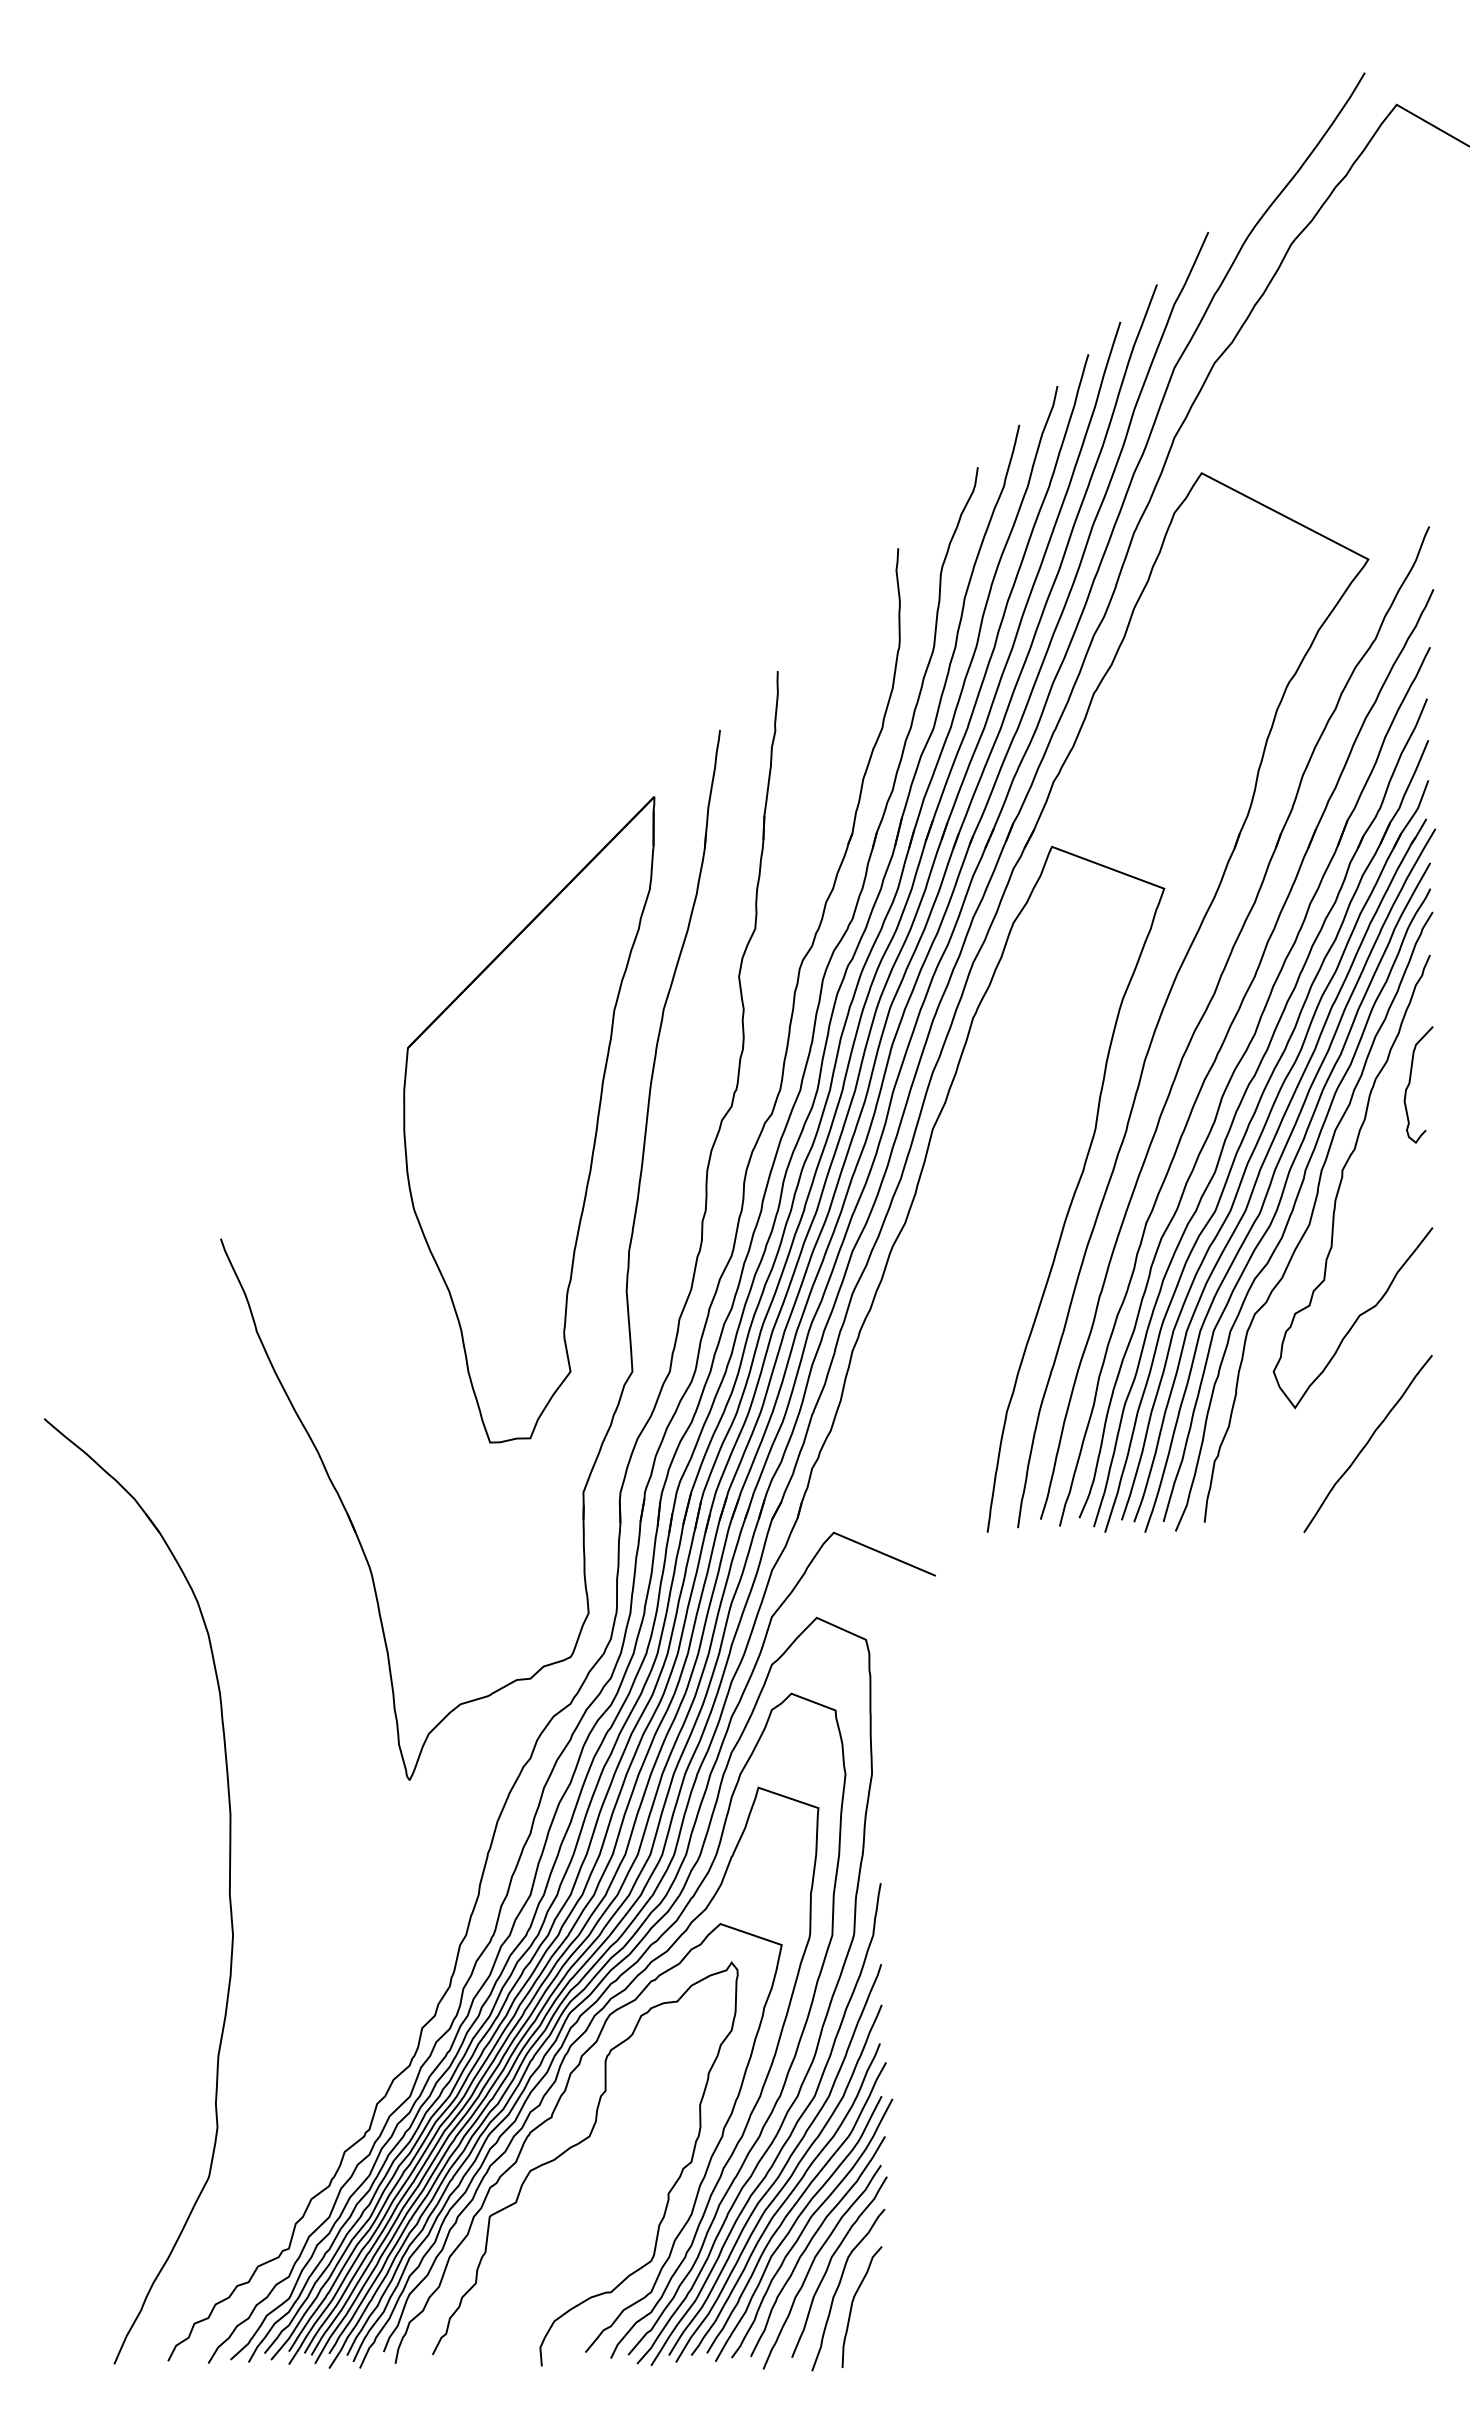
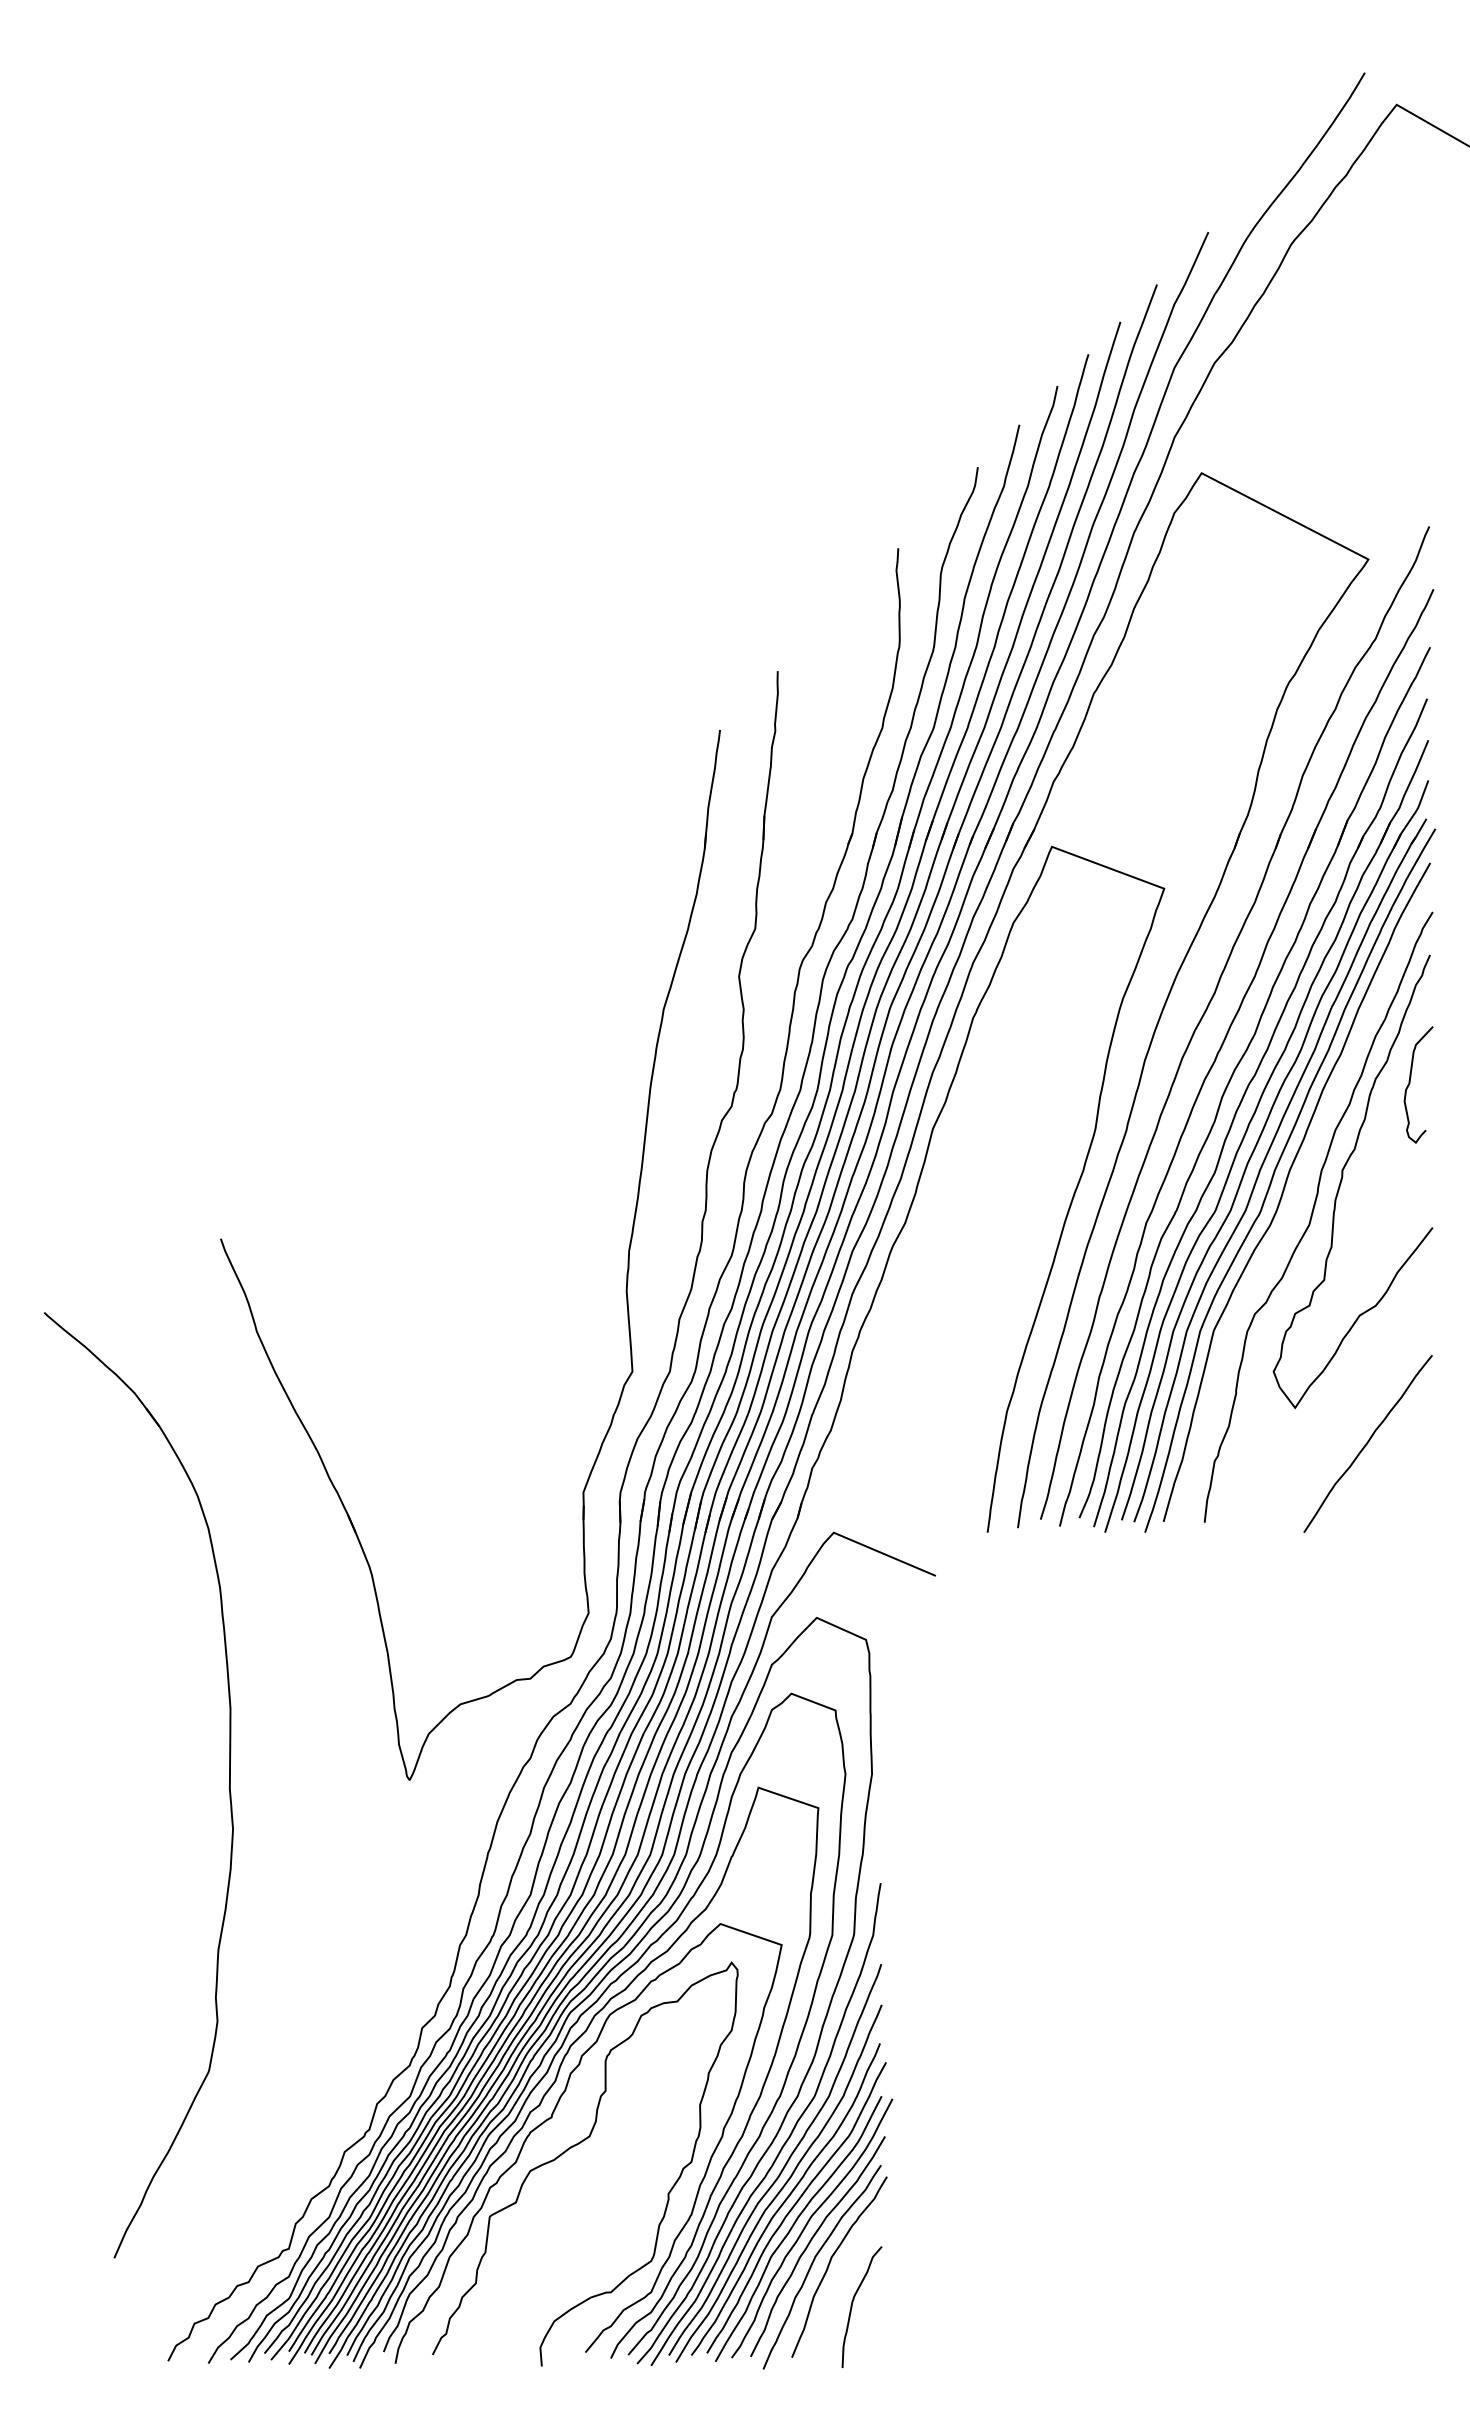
part at (529, 1119): present -> none
curve at (1295, 1205): present -> none
part at (229, 1891) position: (229, 1891) -> (229, 1785)
curve at (840, 2284): present -> none
